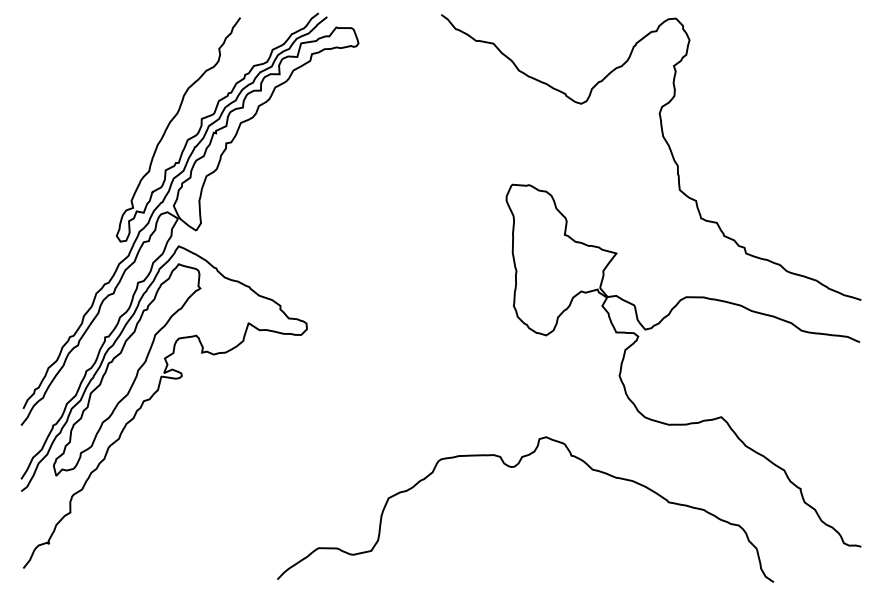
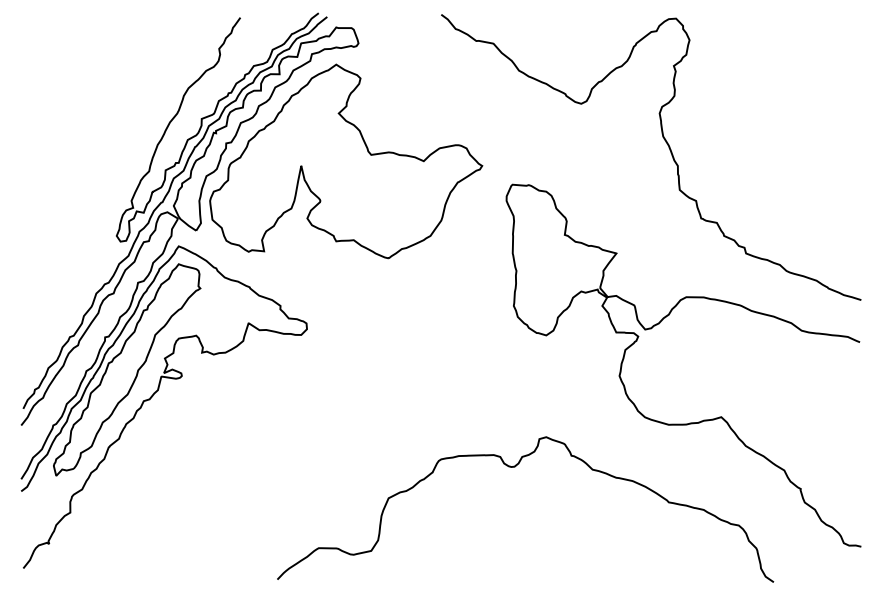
part at (346, 161): none -> present
